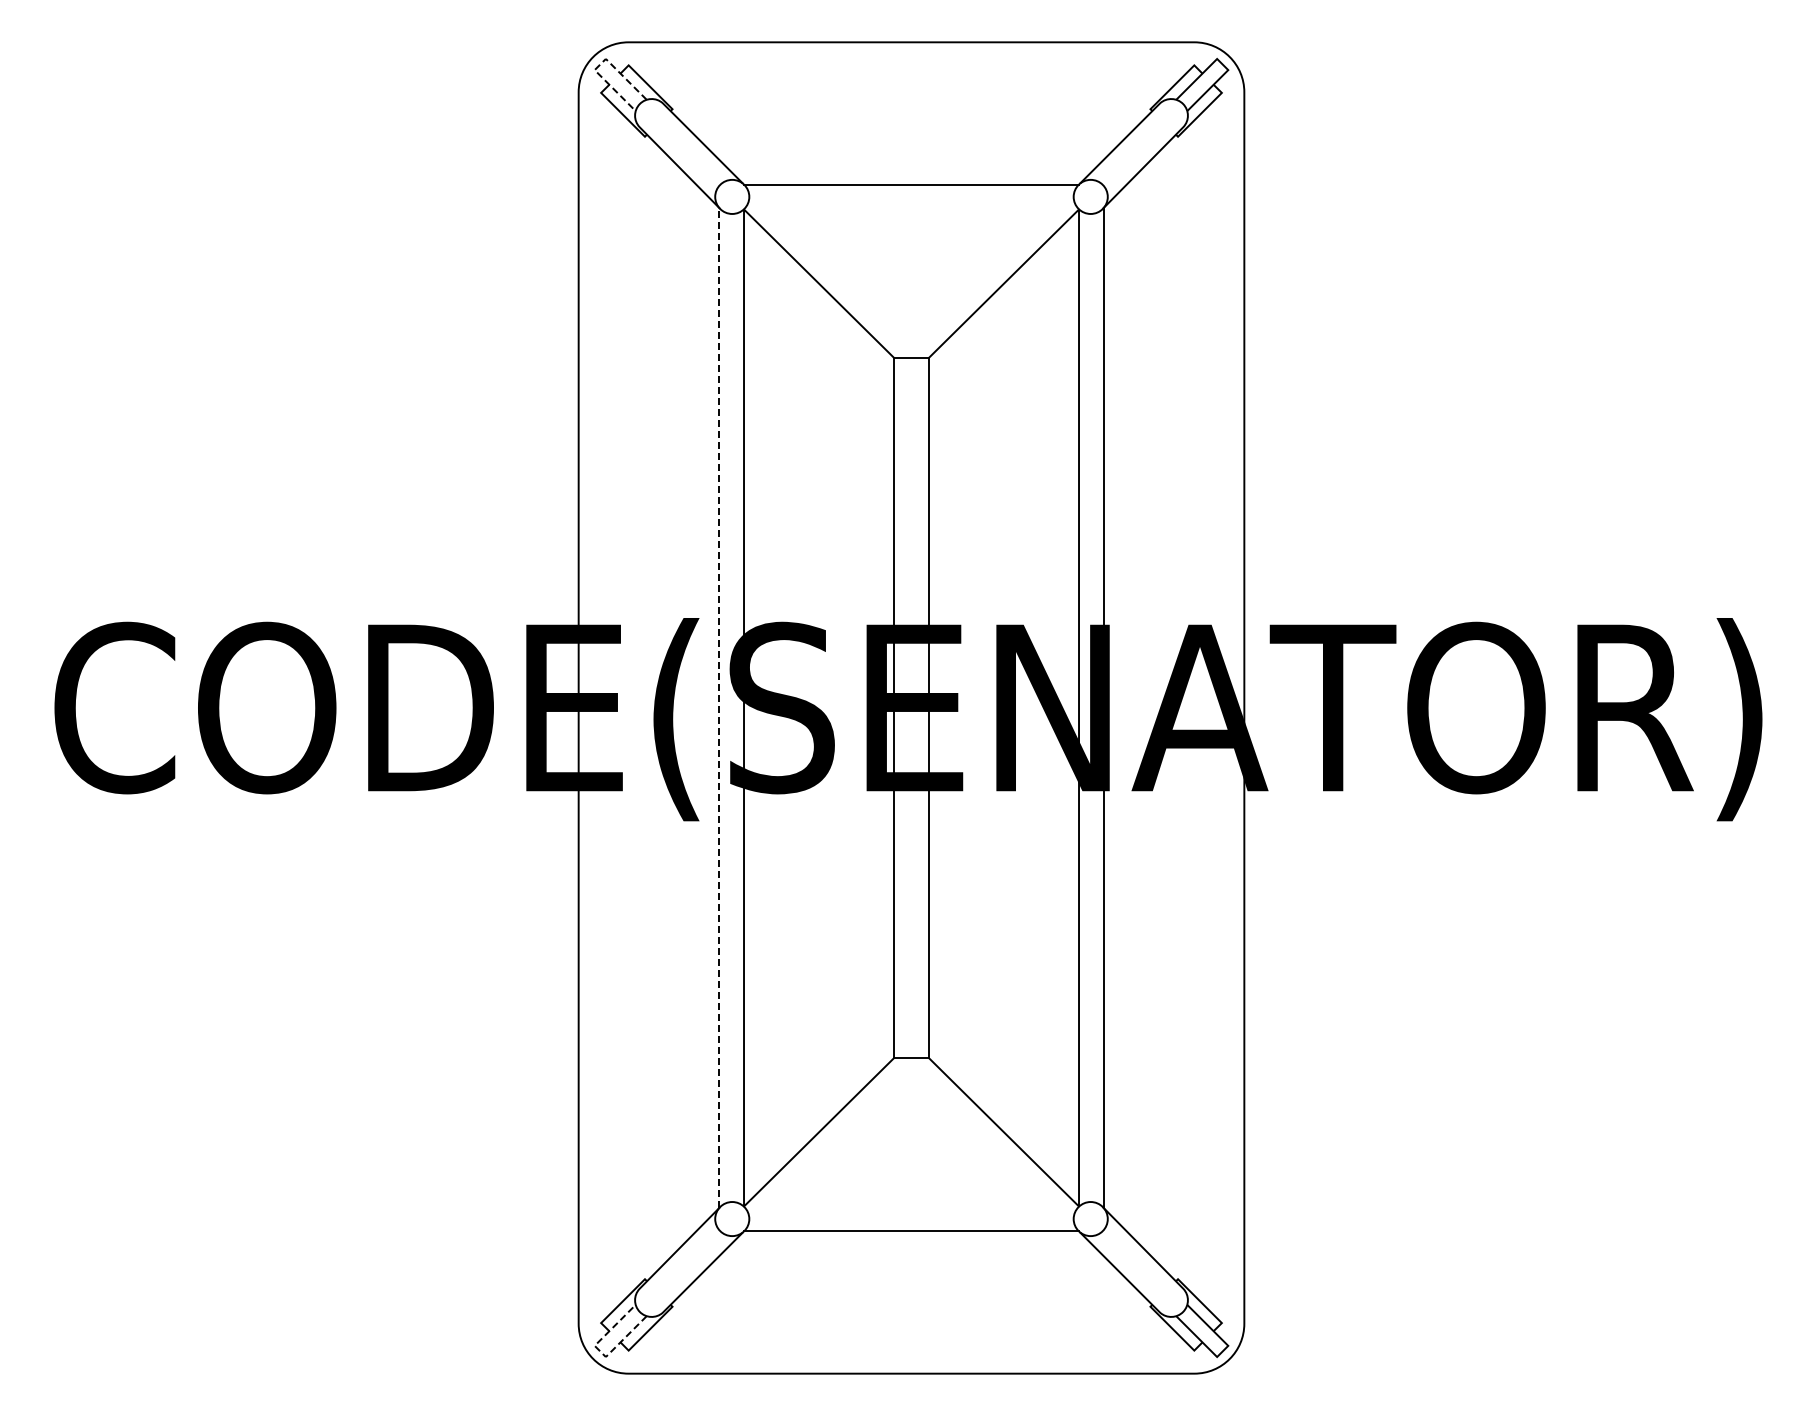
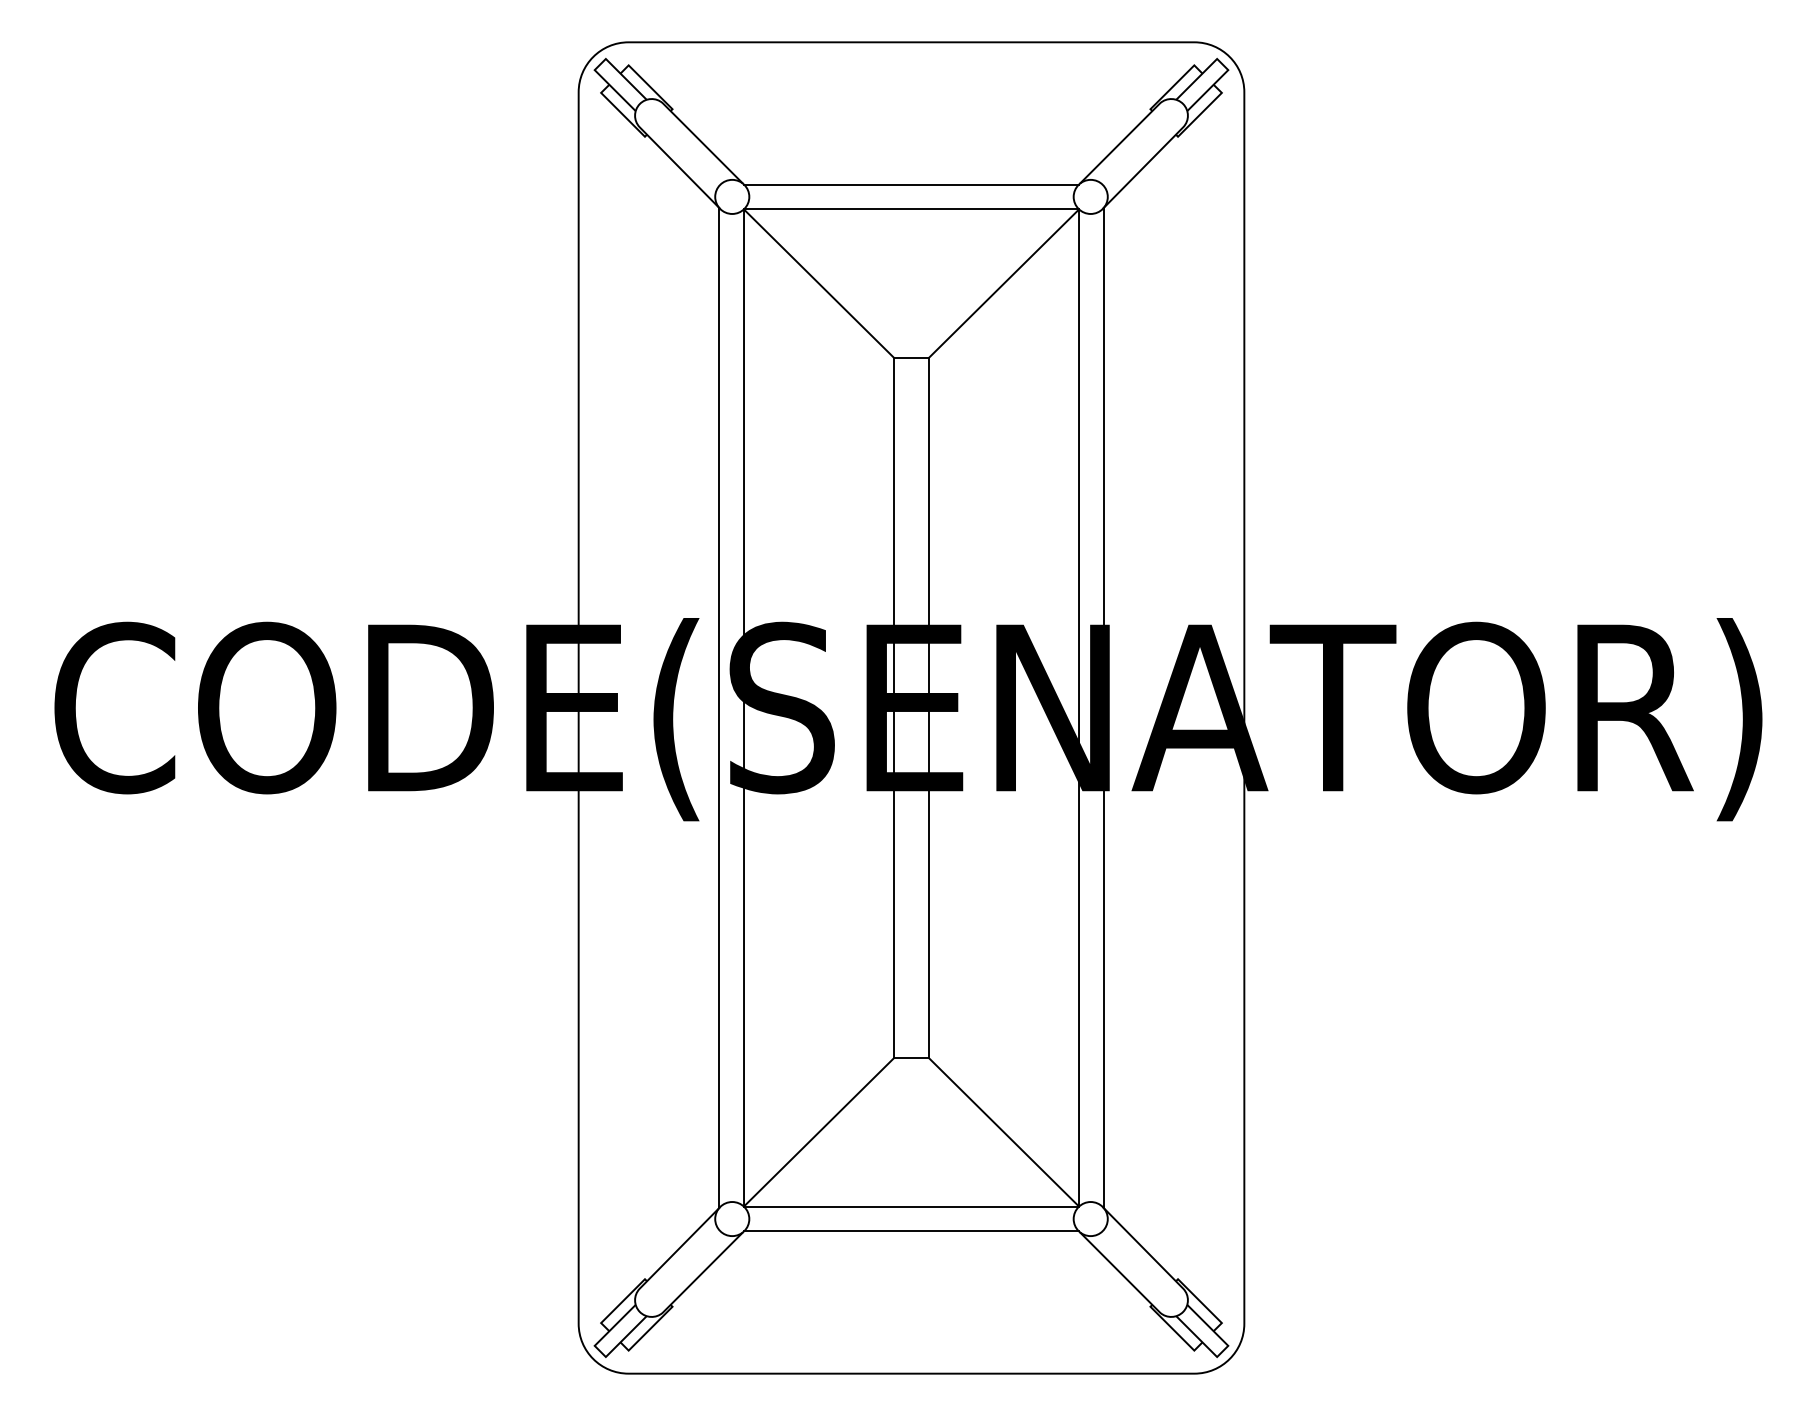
line at (599, 65): dashed -> solid
line at (911, 209): none -> present
line at (719, 707): dashed -> solid
line at (911, 1206): none -> present
line at (599, 1350): dashed -> solid
